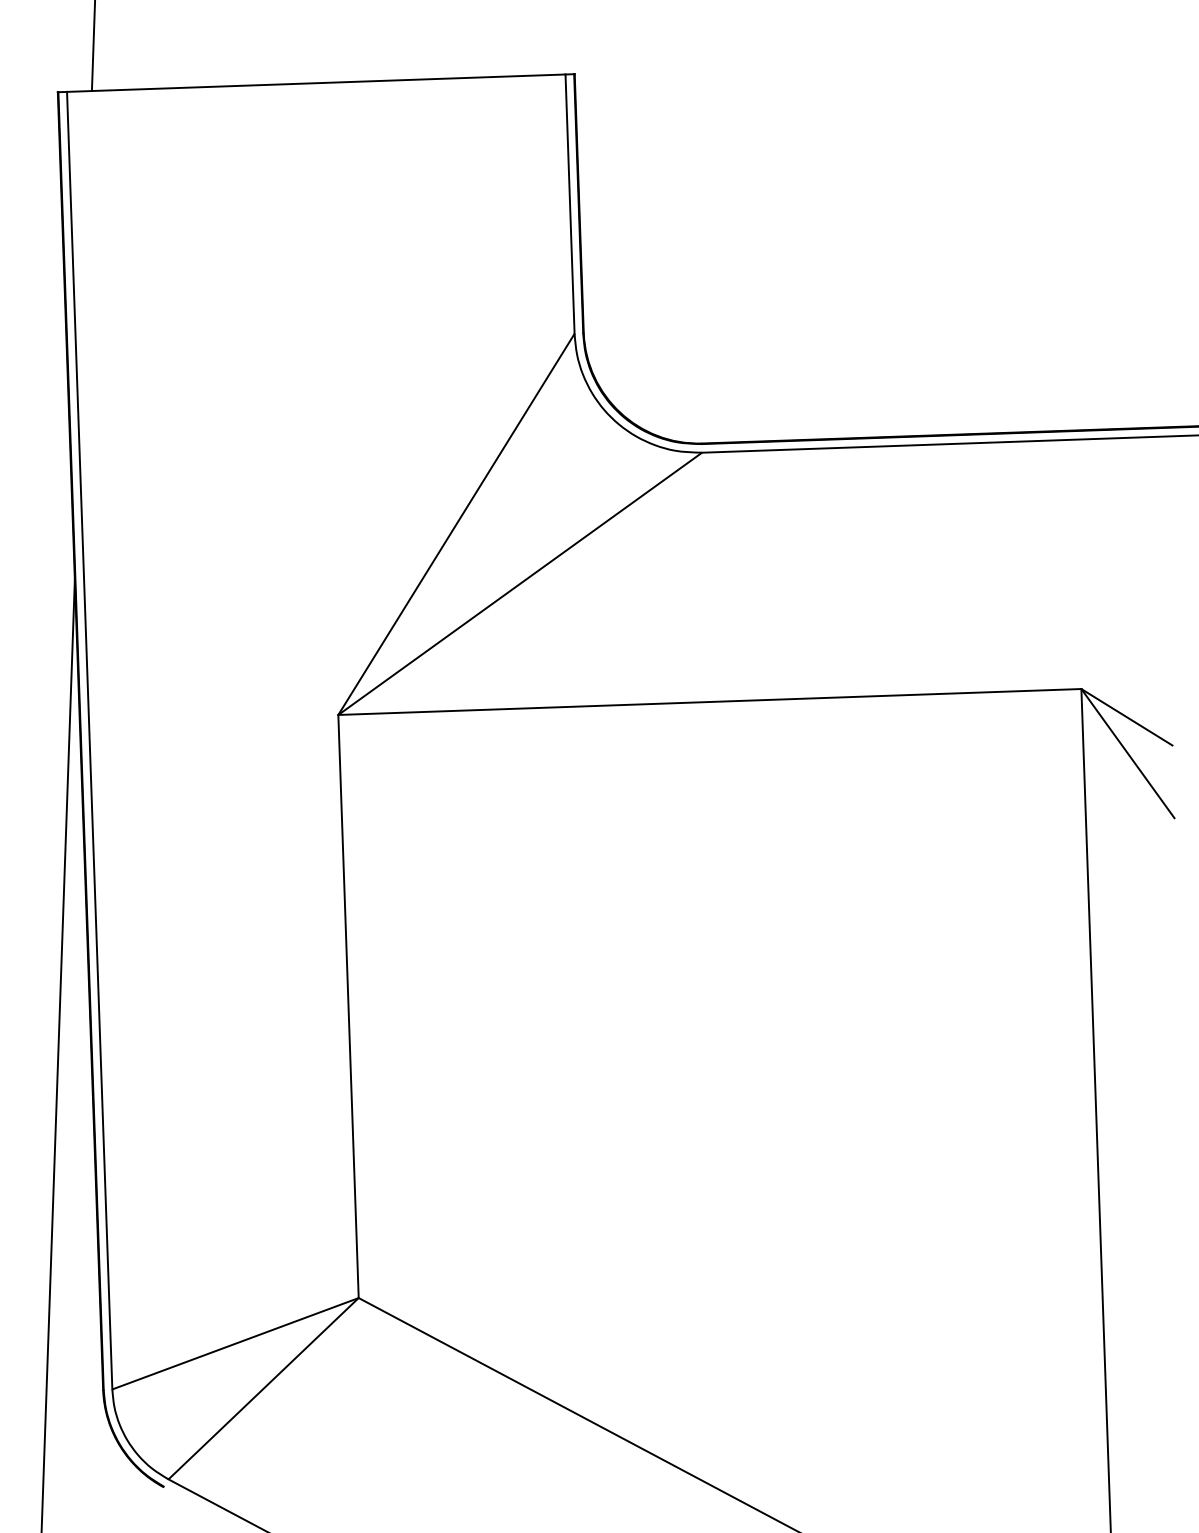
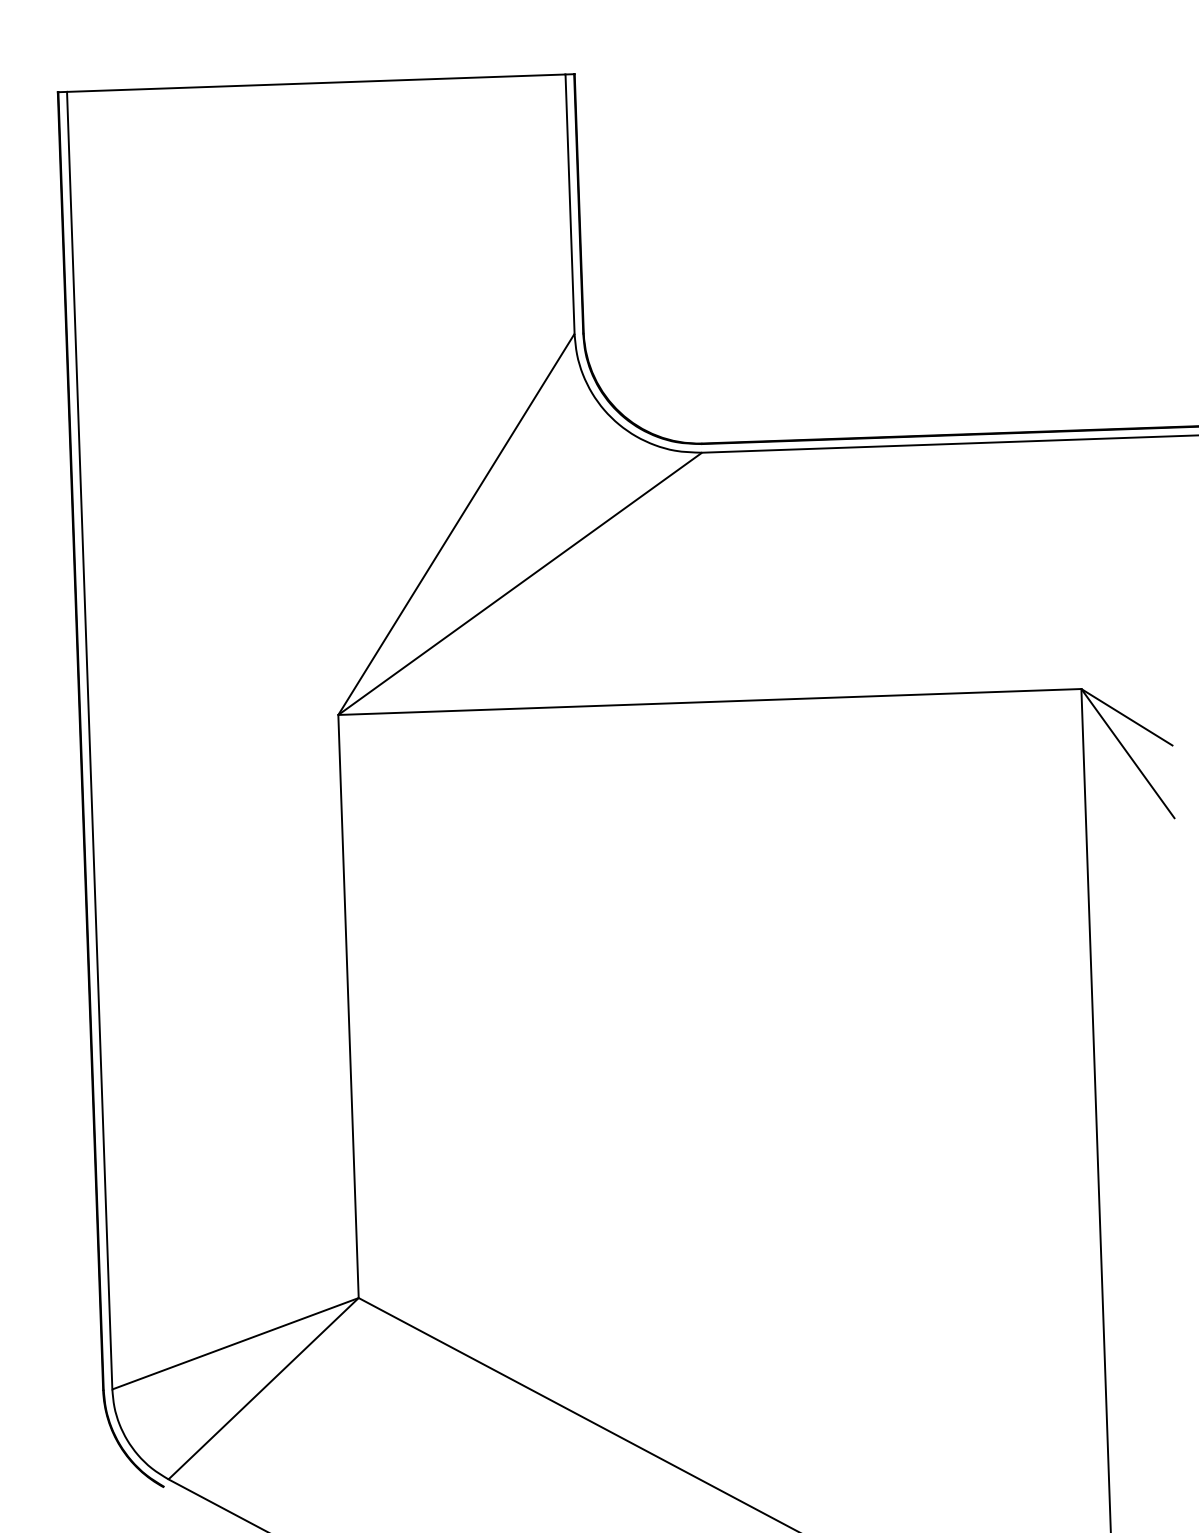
line at (93, 46): present -> none
line at (57, 1054): present -> none
